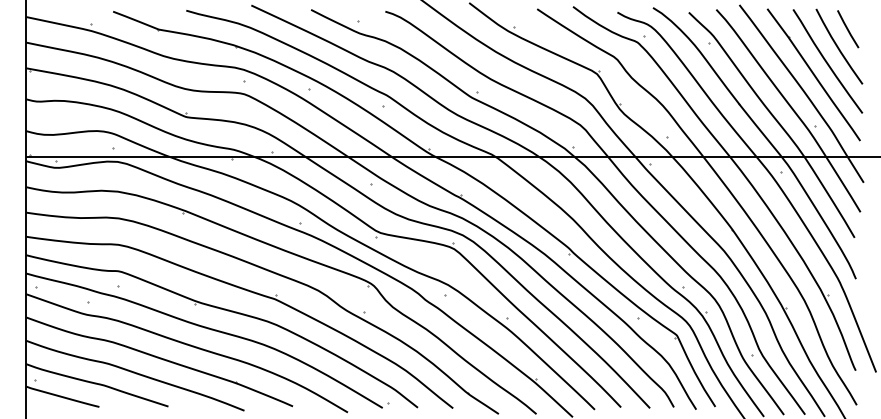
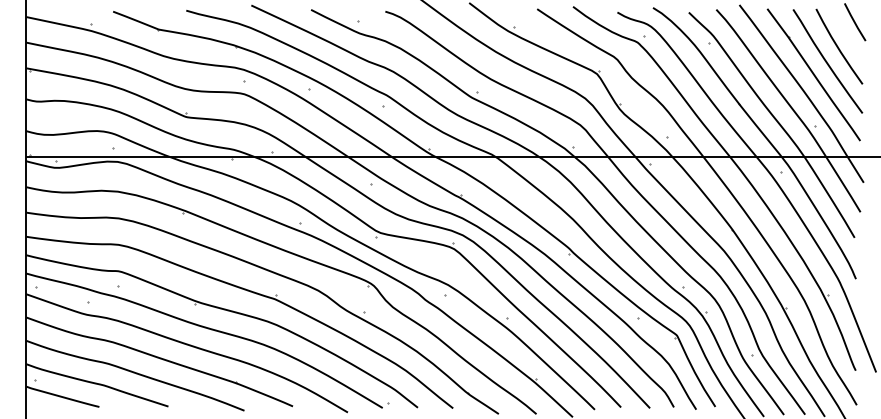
line at (848, 29) position: (848, 29) -> (855, 22)
